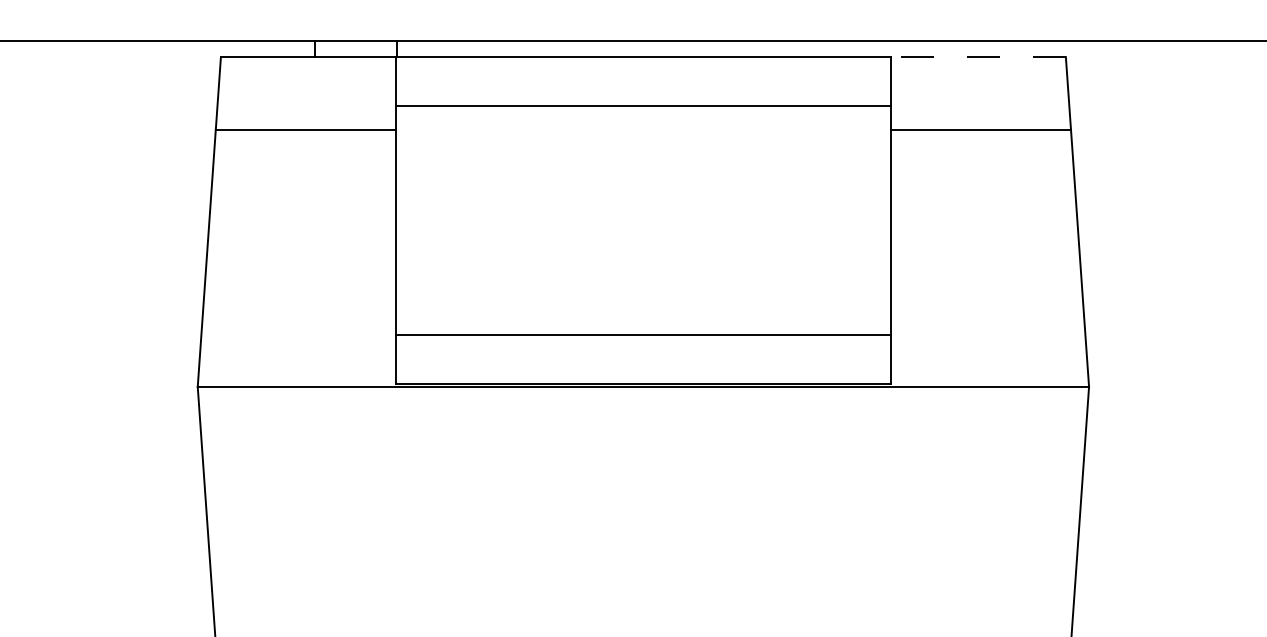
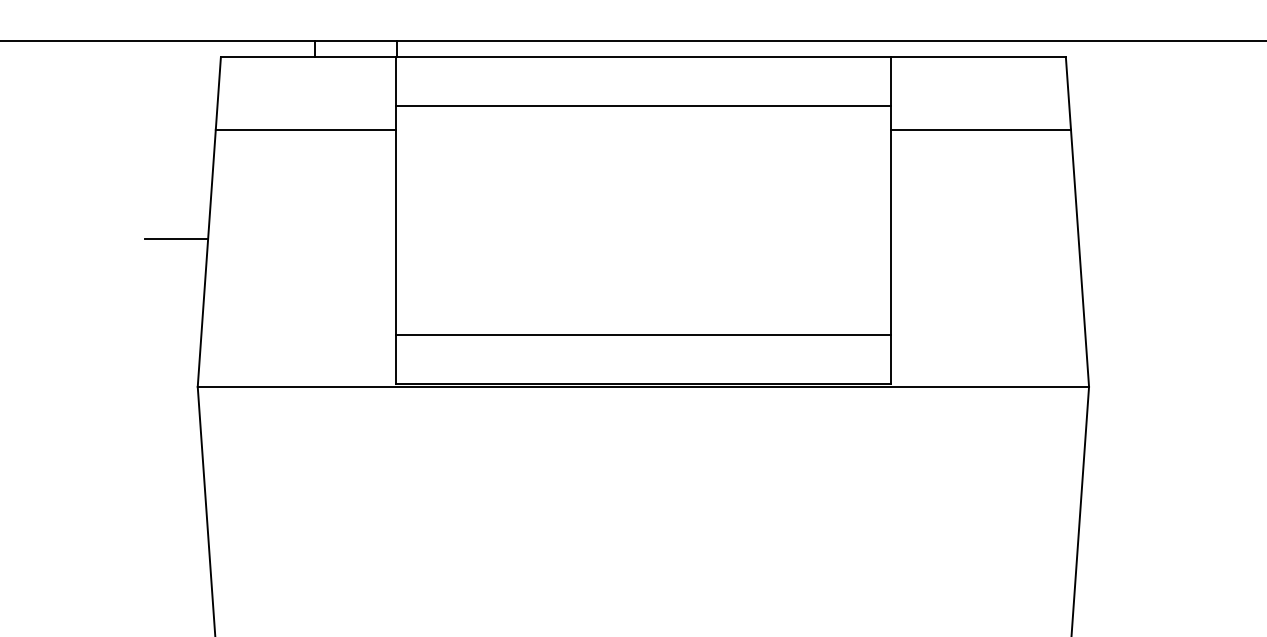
line at (977, 57): dashed -> solid
line at (176, 238): none -> present
